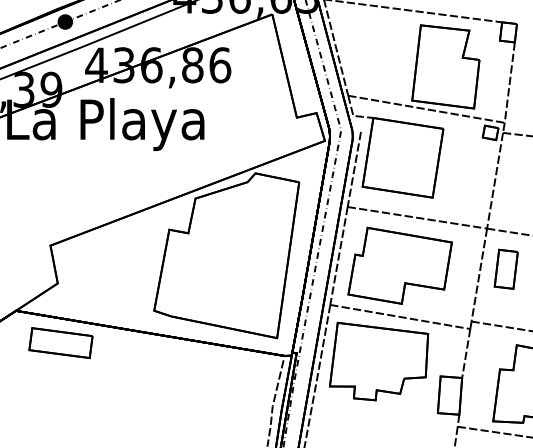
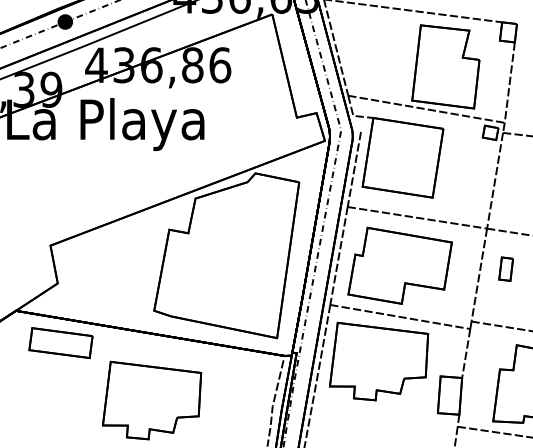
part at (505, 268) size: 26x42 px -> 16x26 px
part at (152, 400): none -> present
